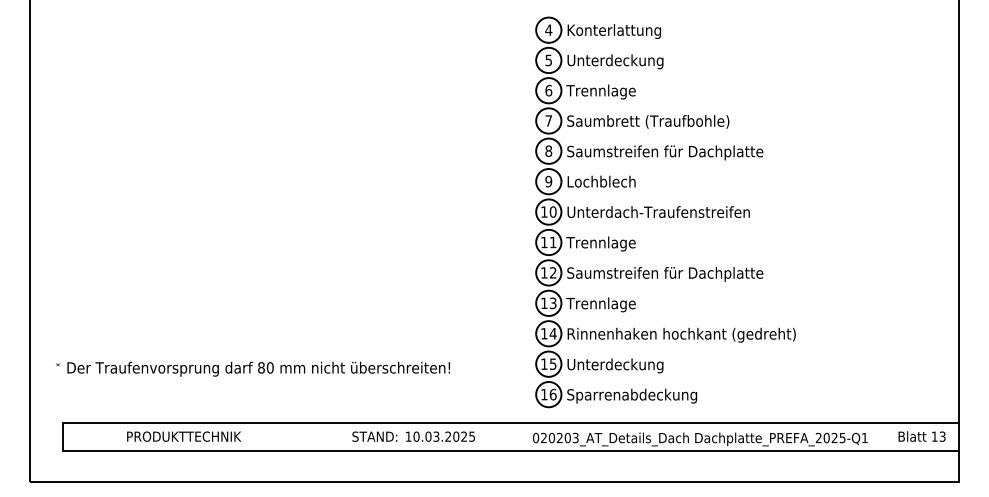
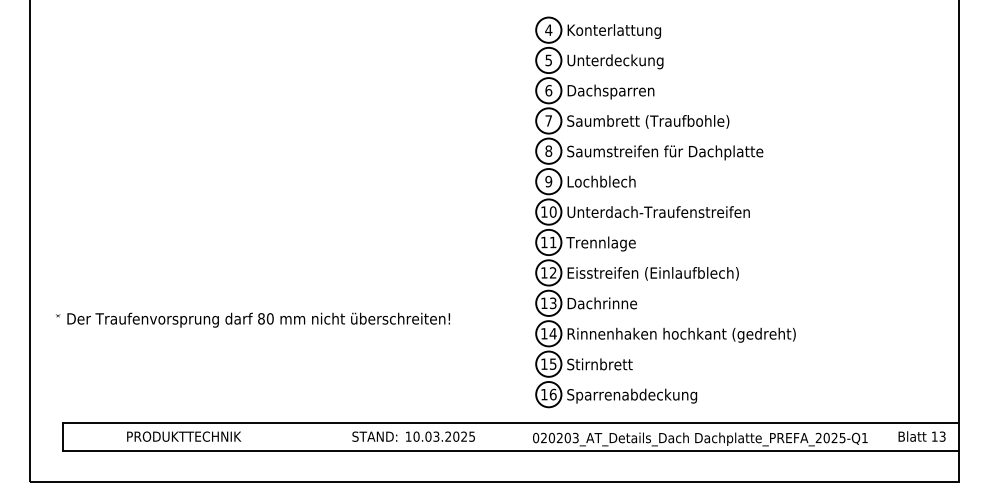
text at (610, 91): Trennlage -> Dachsparren
text at (665, 274): Saumstreifen für Dachplatte -> Eisstreifen (Einlaufblech)
text at (601, 304): Trennlage -> Dachrinne
text at (615, 365): Unterdeckung -> Stirnbrett
text at (252, 368) position: (252, 368) -> (252, 319)
